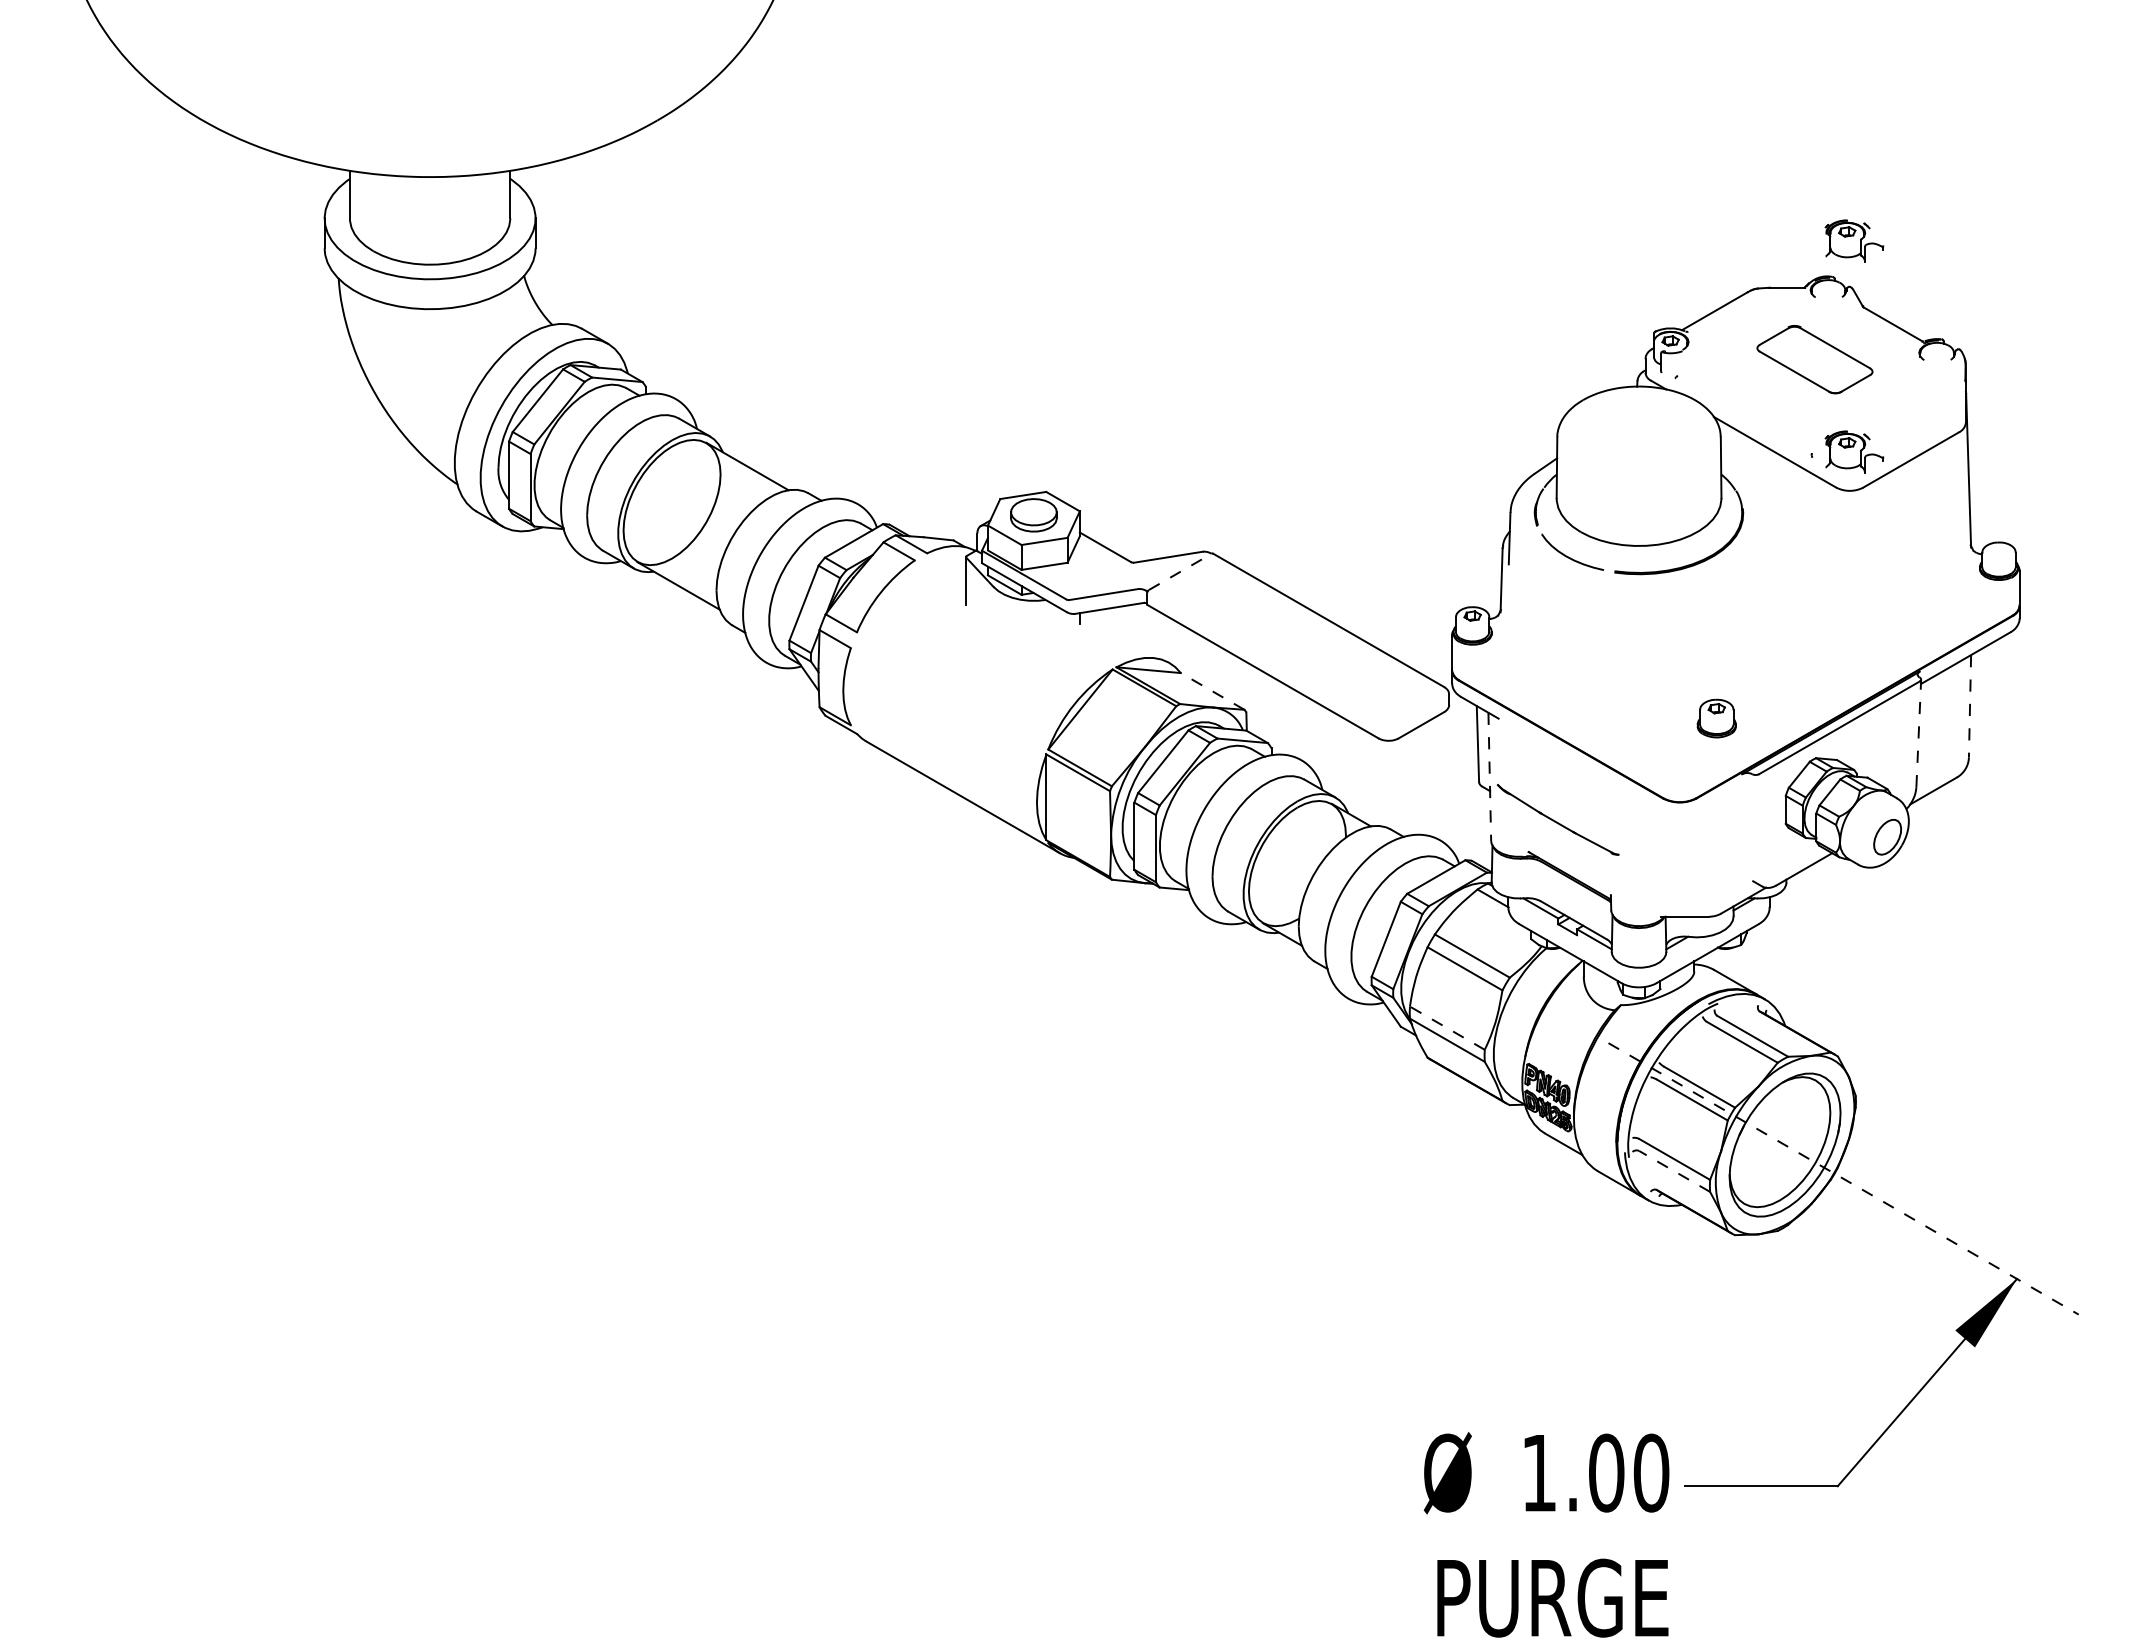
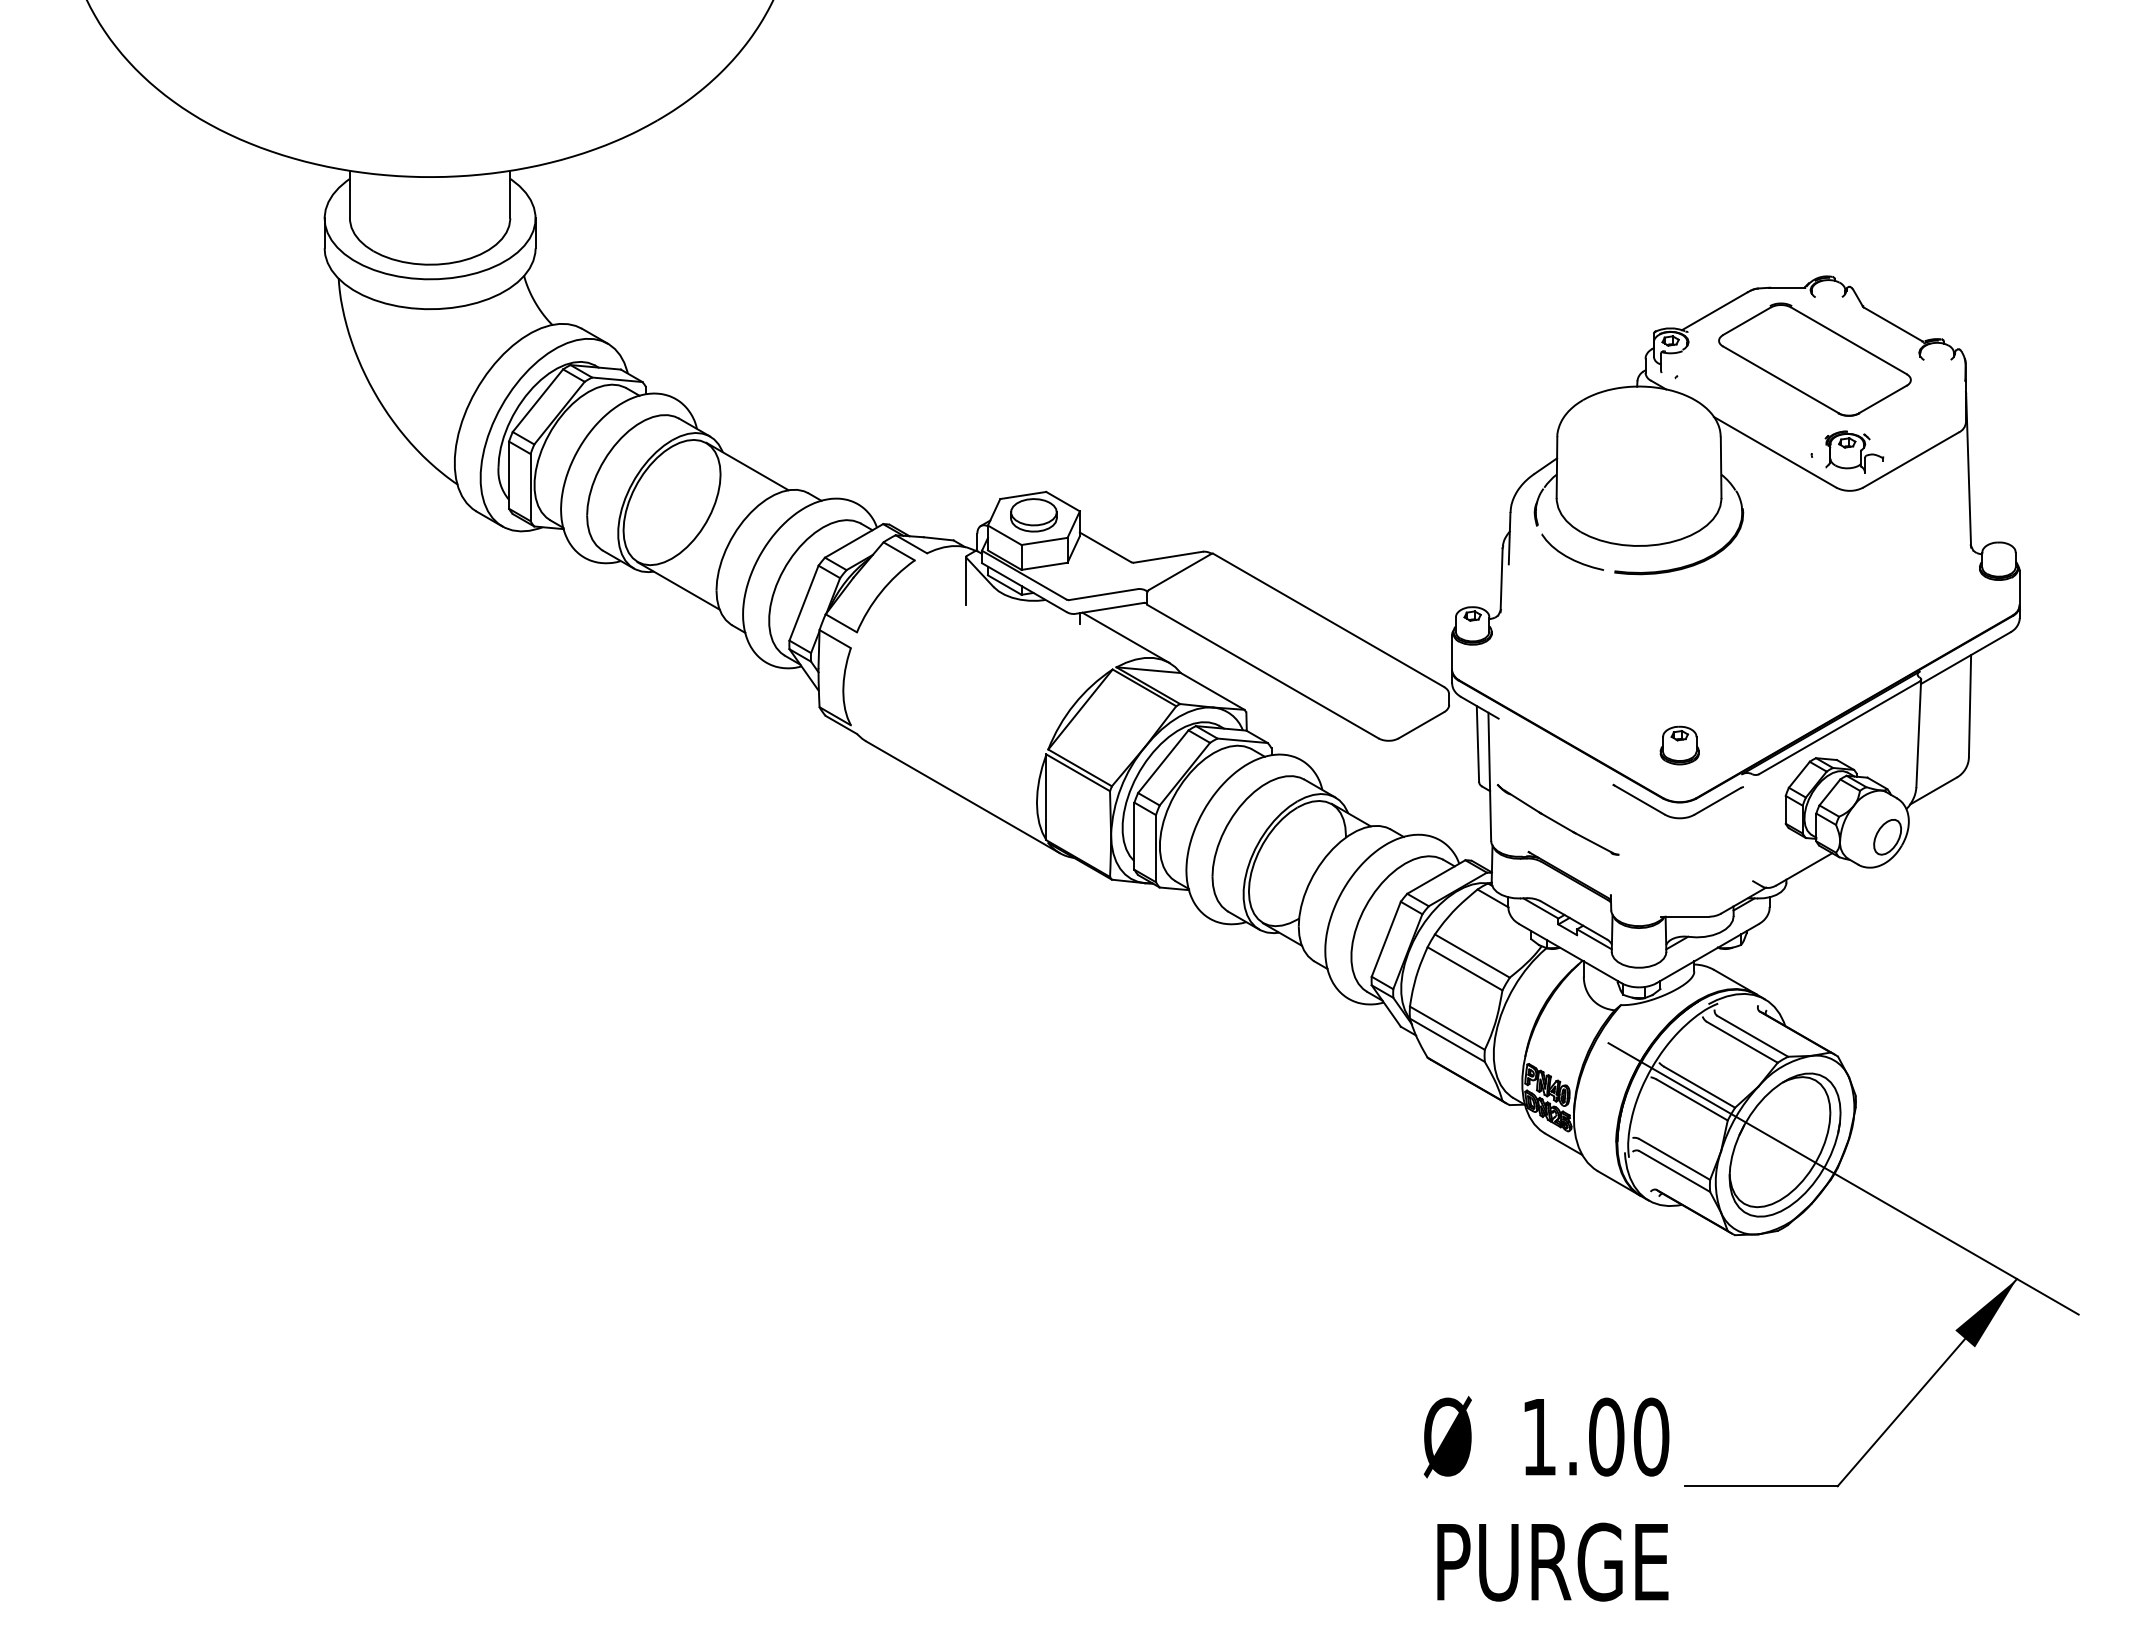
part at (1854, 240): present -> none
part at (1814, 359) size: 118x70 px -> 194x115 px
line at (1180, 571): dashed -> solid
line at (1125, 637): none -> present
line at (1212, 691): dashed -> solid
line at (1970, 706): dashed -> solid
part at (1716, 718) position: (1716, 718) -> (1679, 745)
line at (1918, 733): dashed -> solid
line at (1489, 777): dashed -> solid
part at (1673, 816): none -> present
line at (1446, 1027): dashed -> solid
line at (1674, 1171): dashed -> solid
line at (1844, 1179): dashed -> solid
text at (1546, 1534) position: (1546, 1534) -> (1546, 1498)
